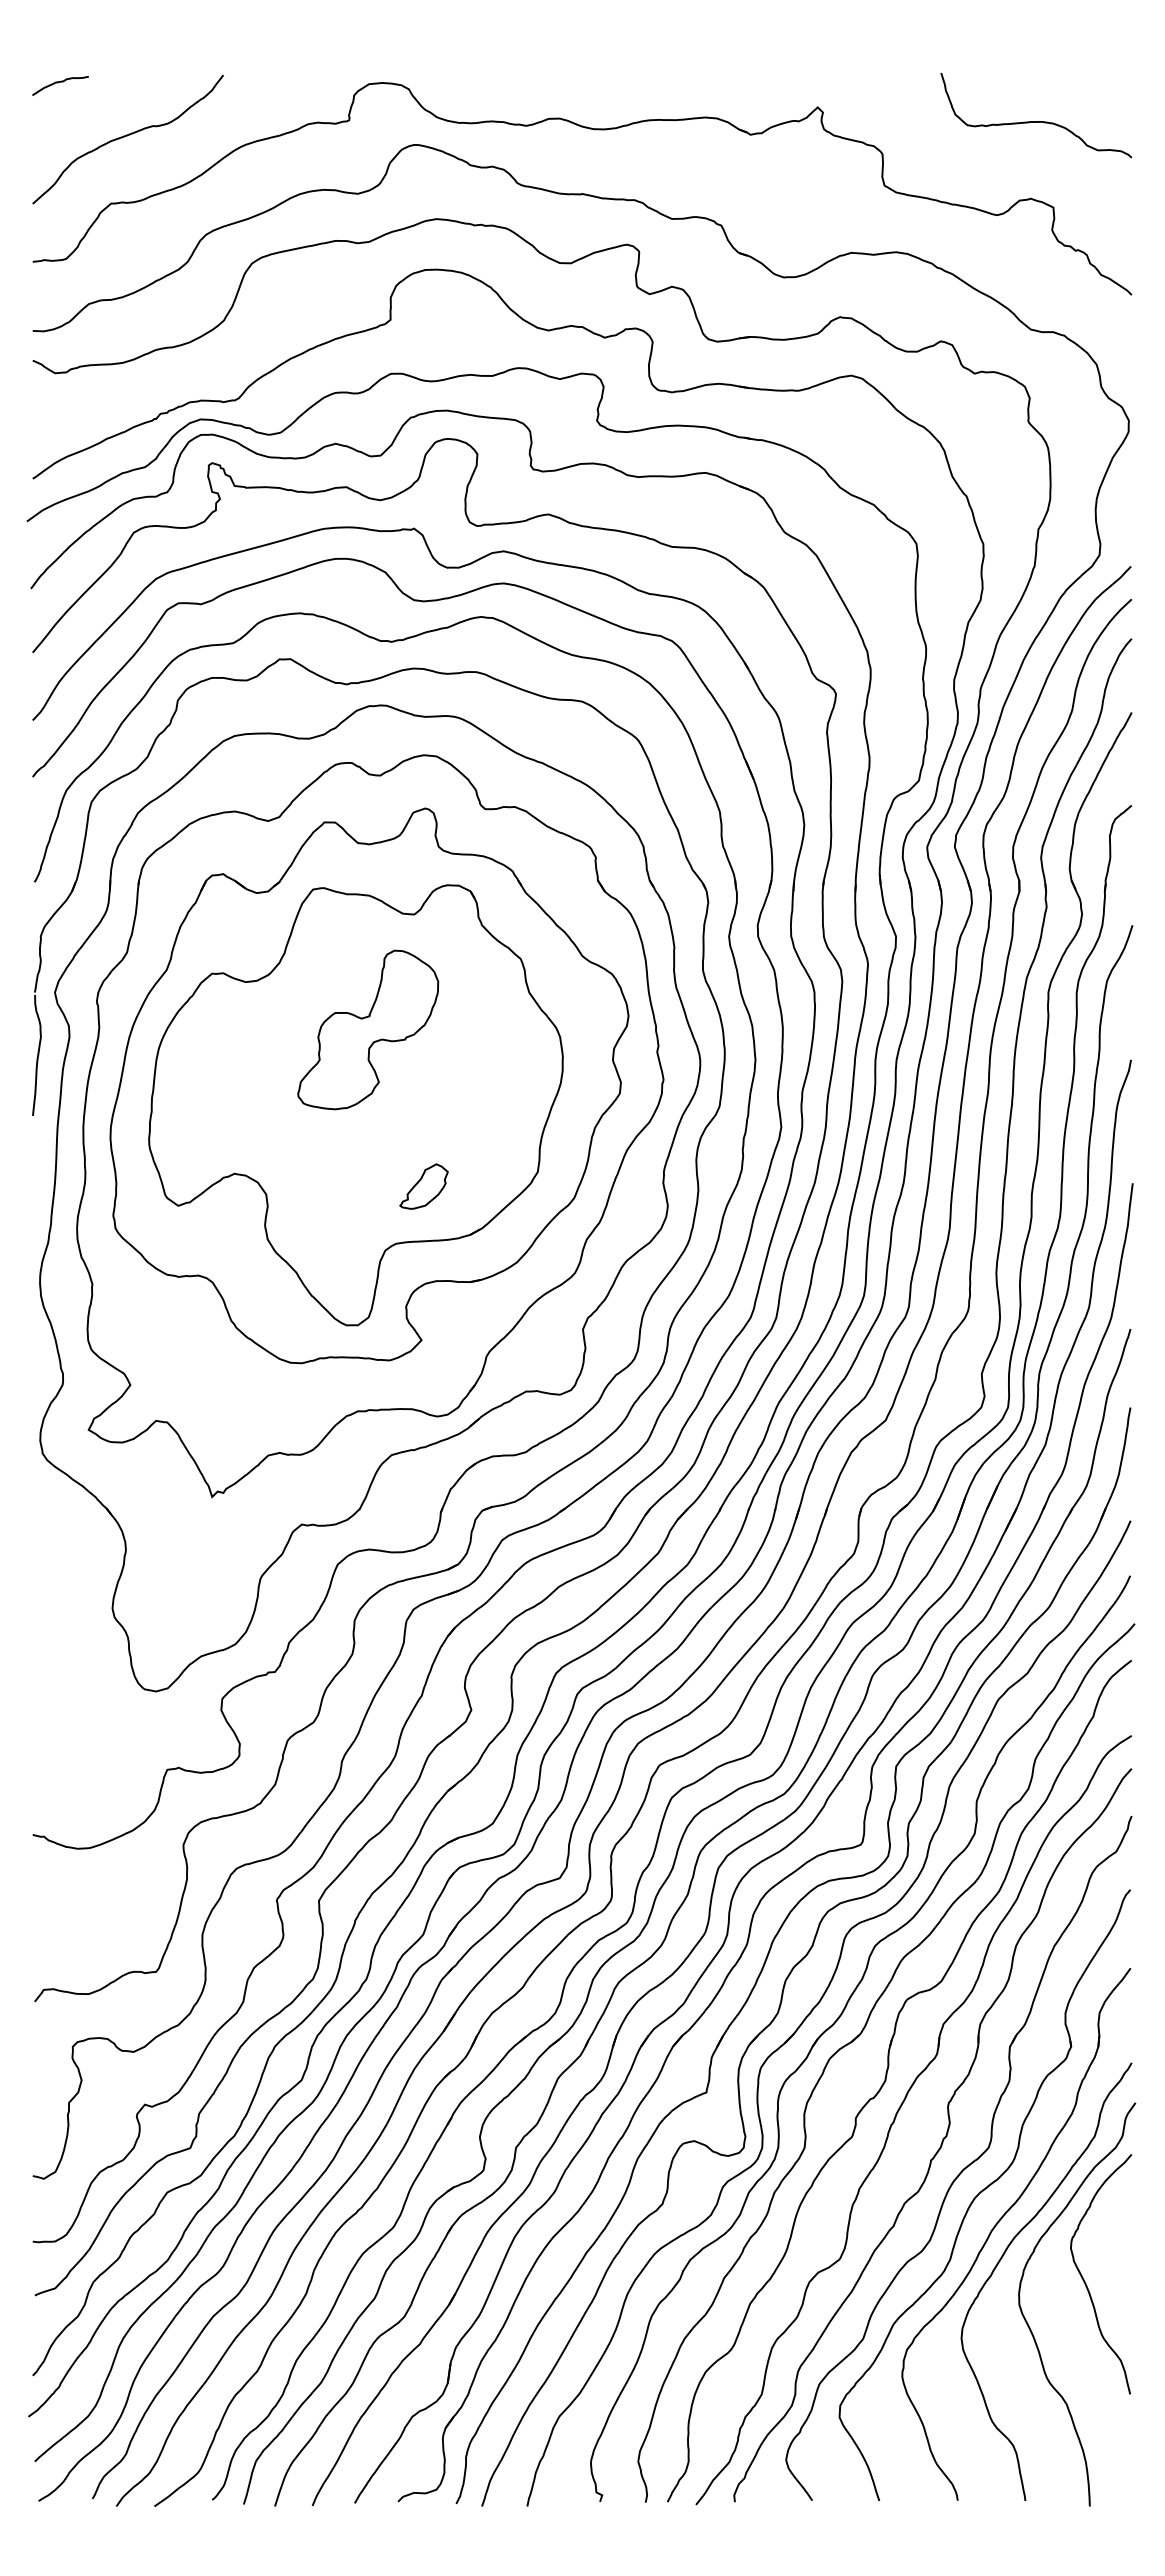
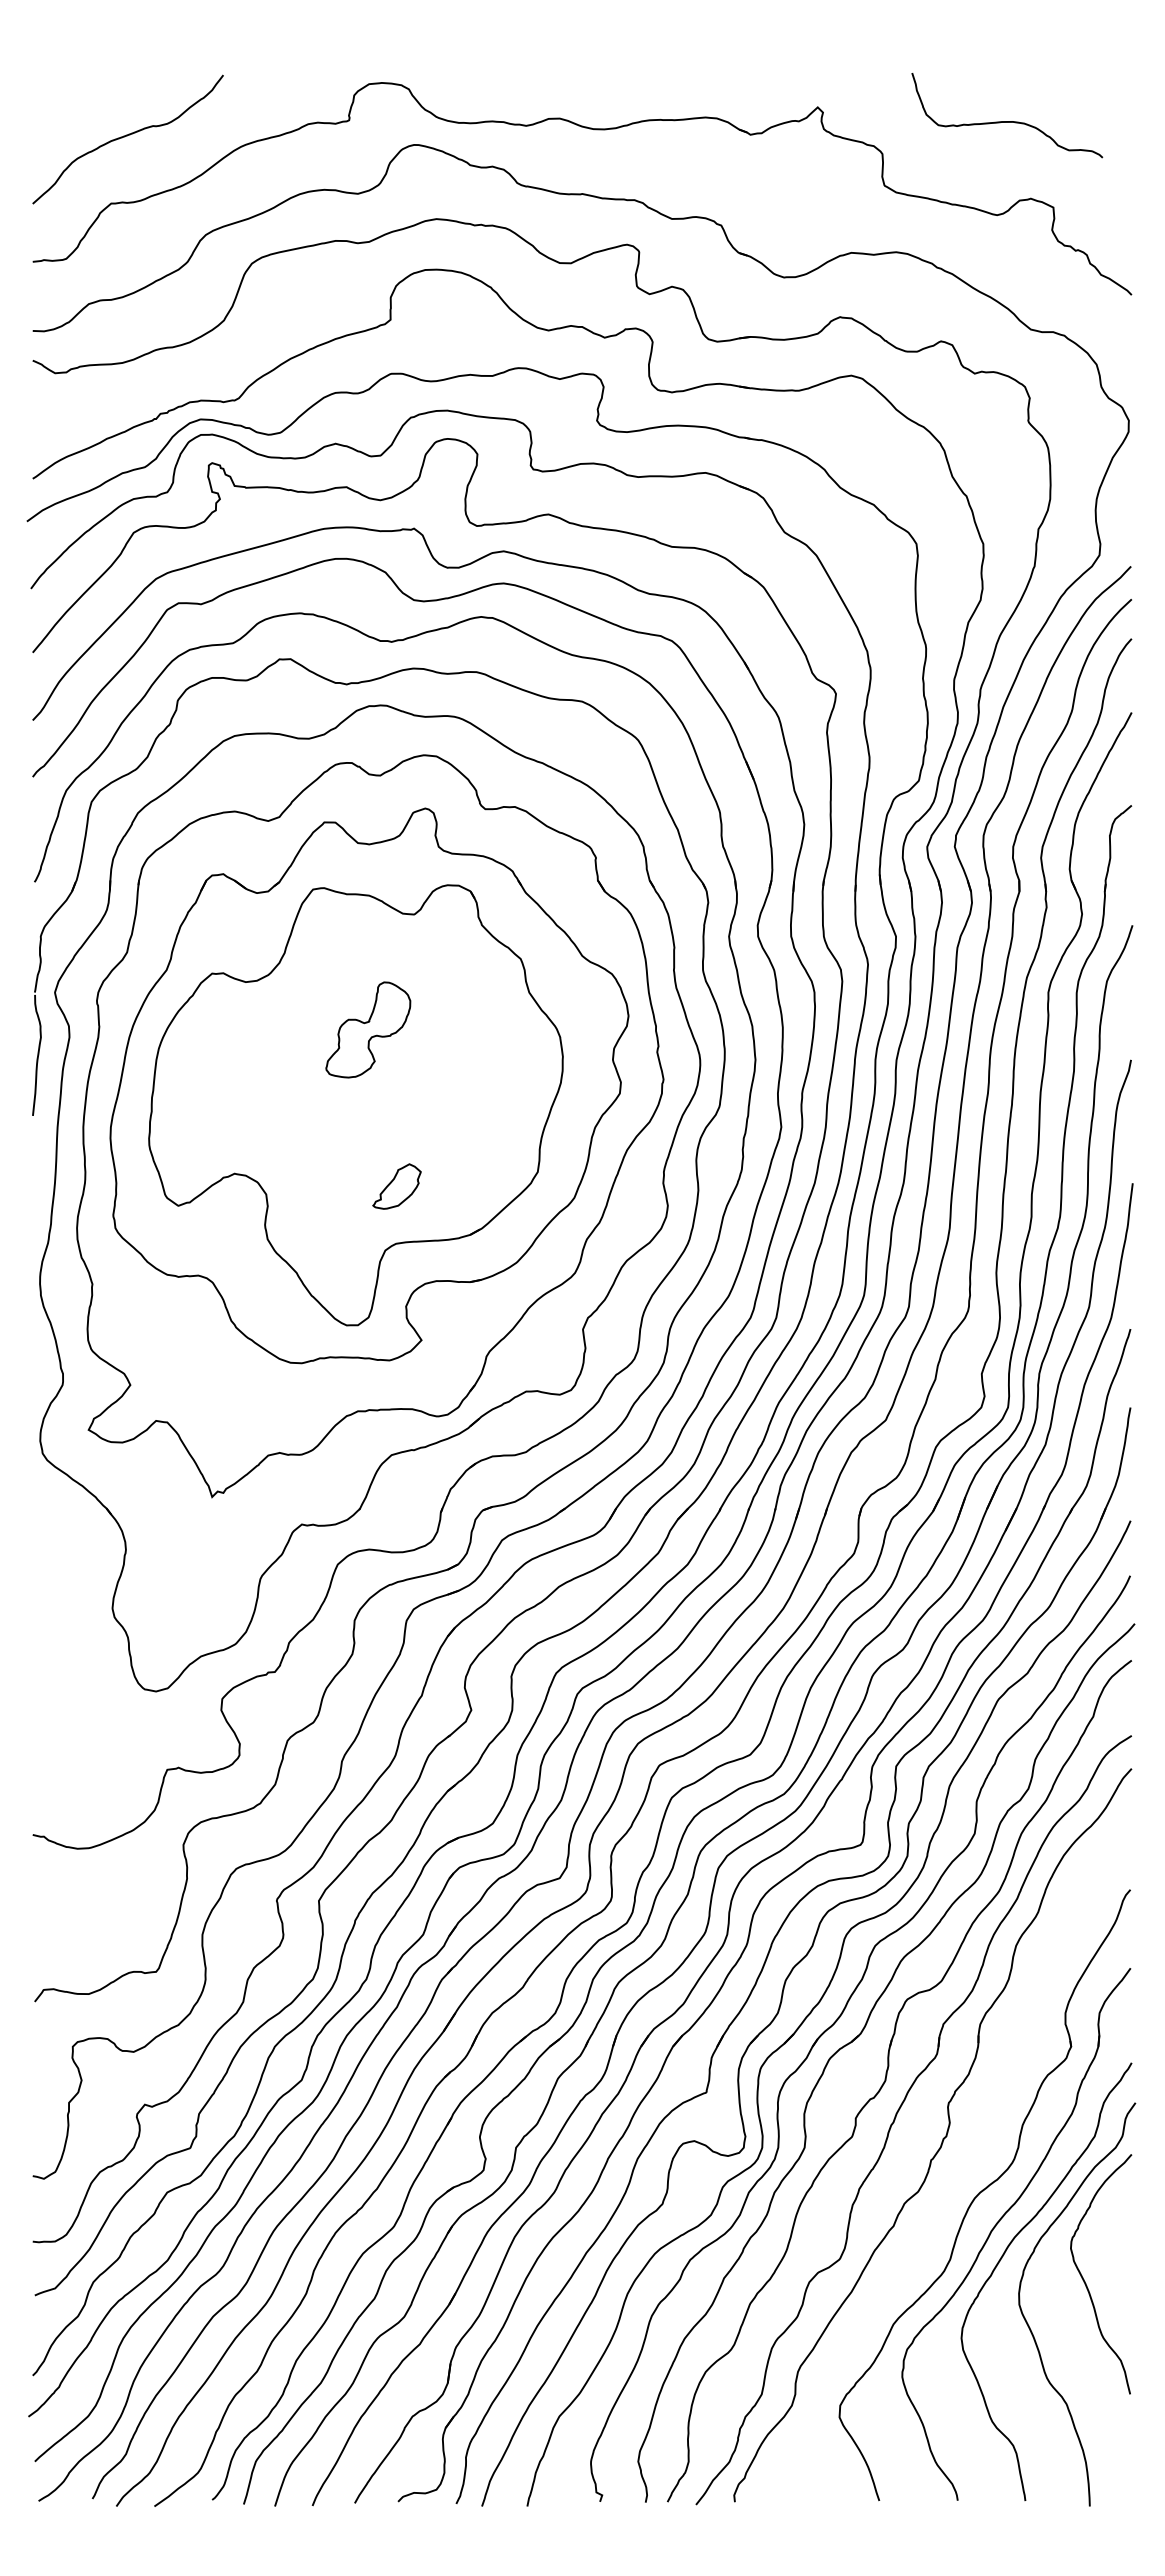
curve at (58, 83): present -> none
curve at (1036, 121) position: (1036, 121) -> (1007, 121)
part at (368, 1029) size: 143x162 px -> 87x98 px
part at (423, 1186) position: (423, 1186) -> (396, 1186)
part at (965, 2166): present -> none
